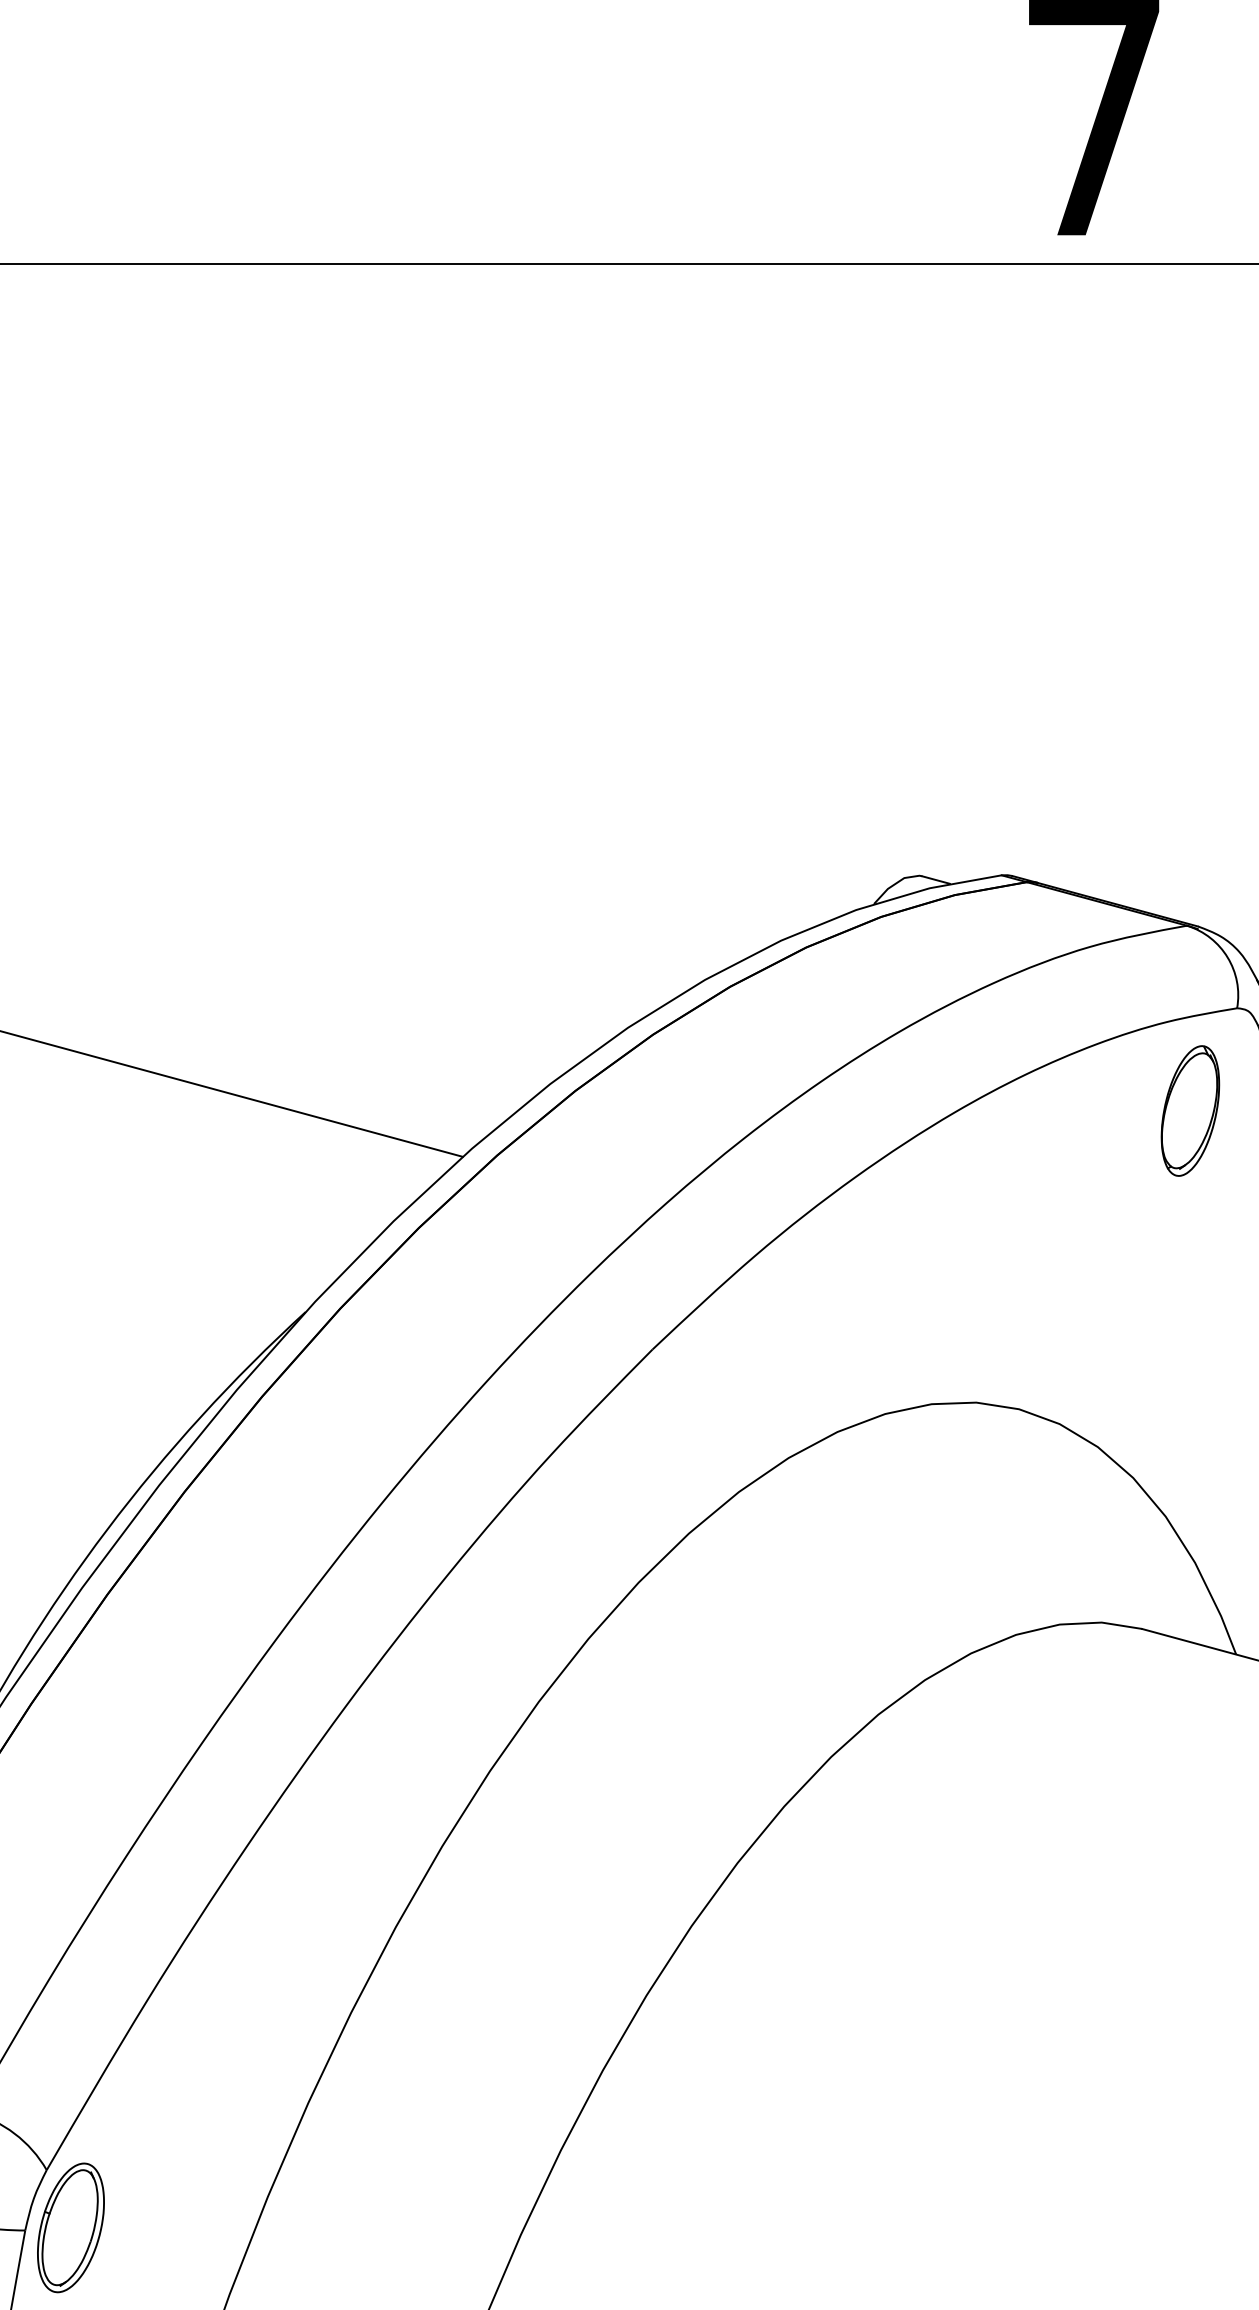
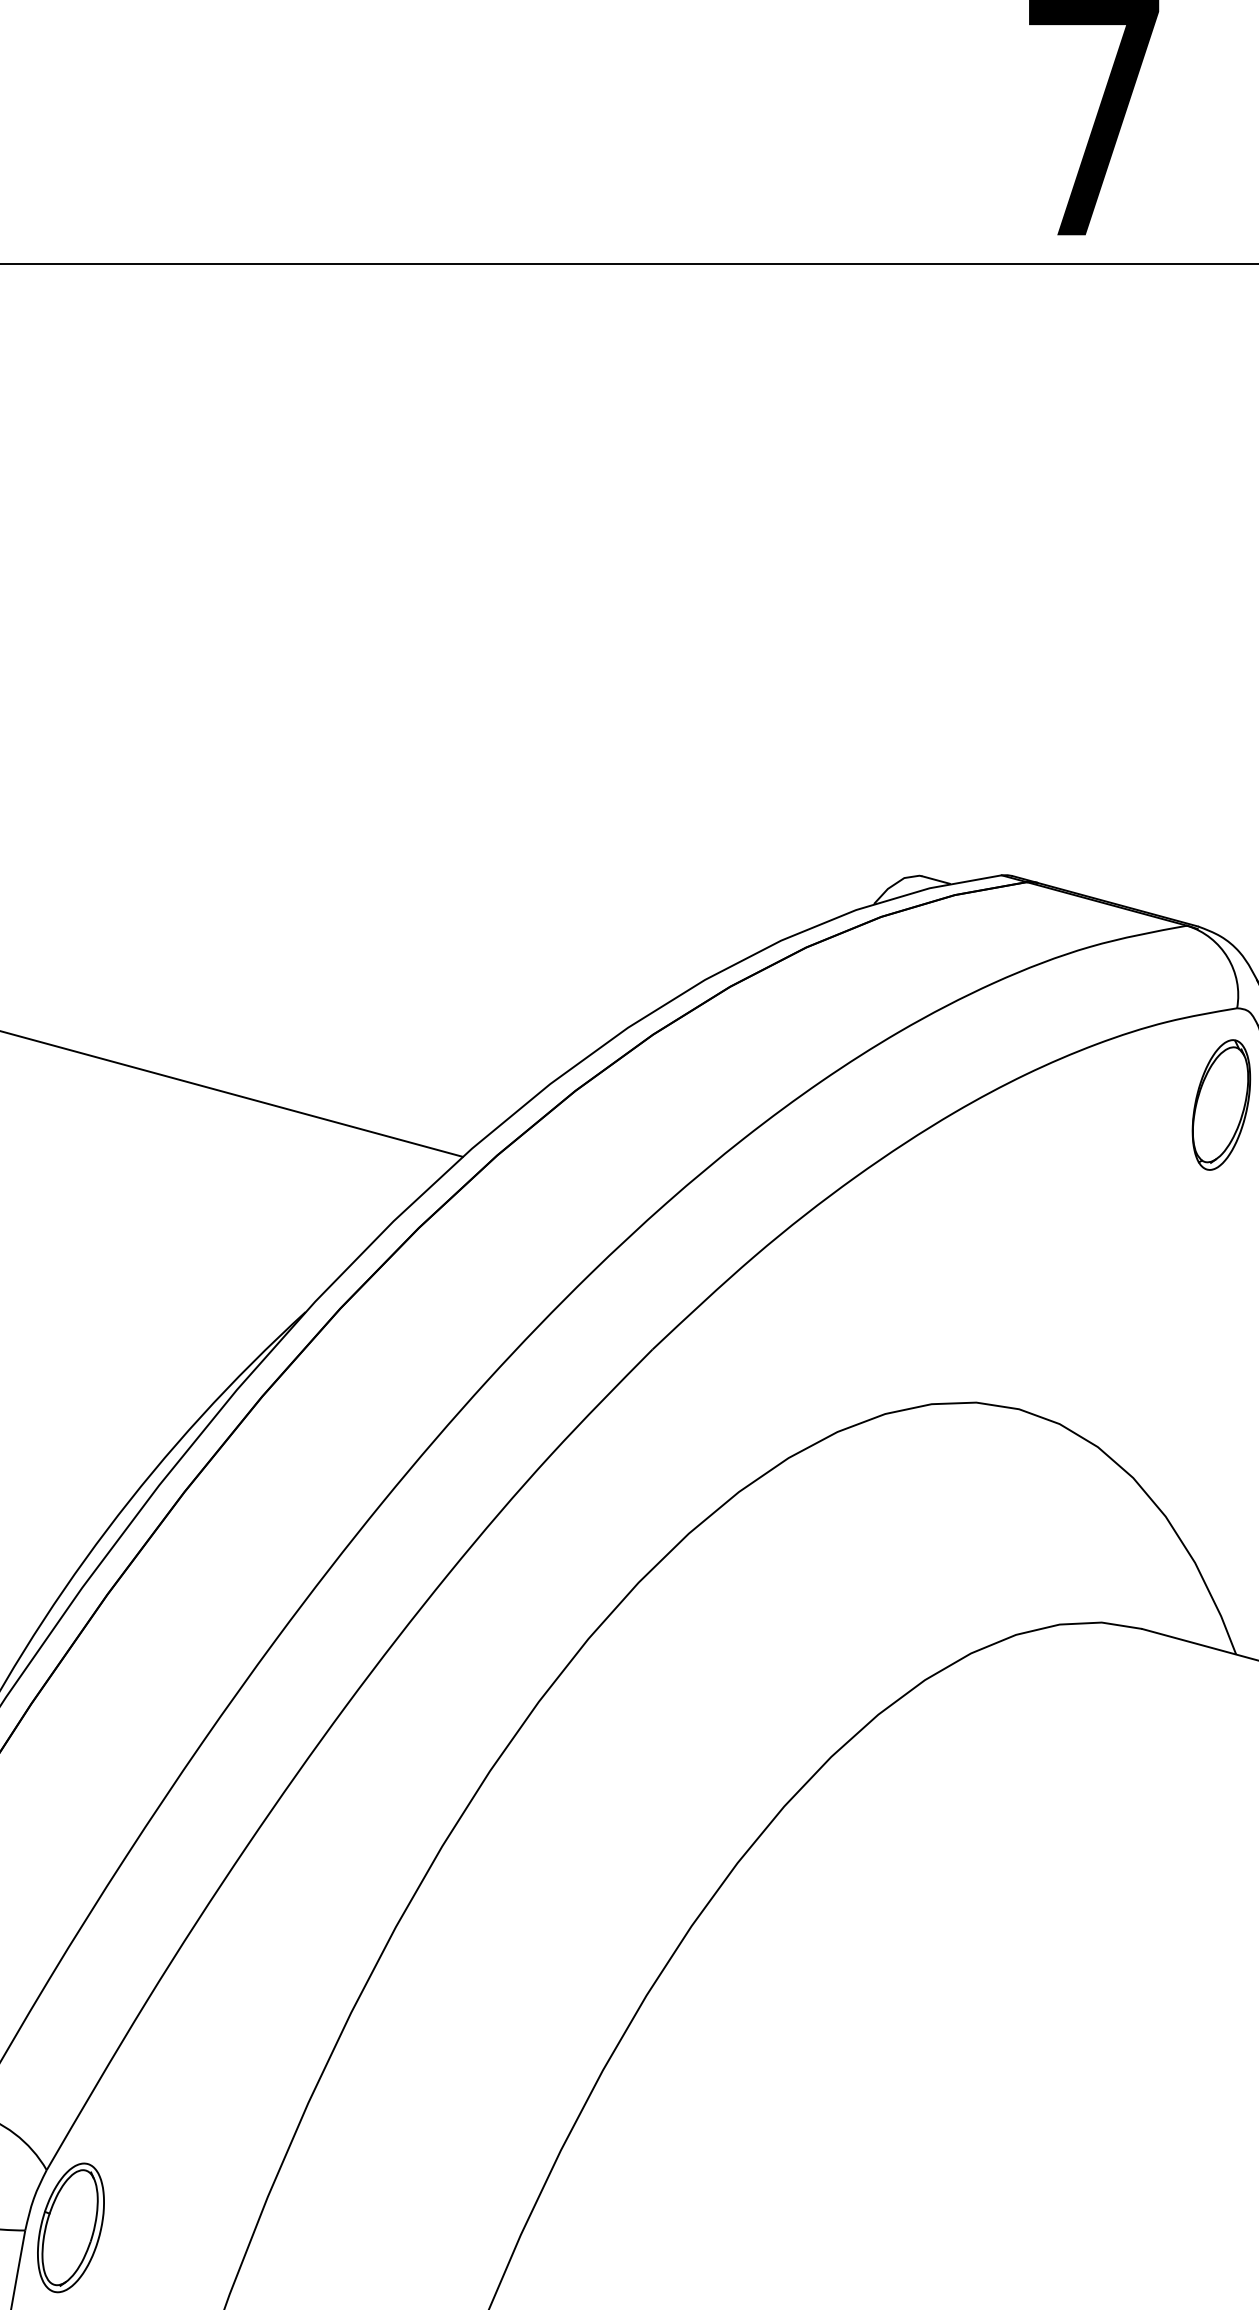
part at (1190, 1110) position: (1190, 1110) -> (1221, 1104)
